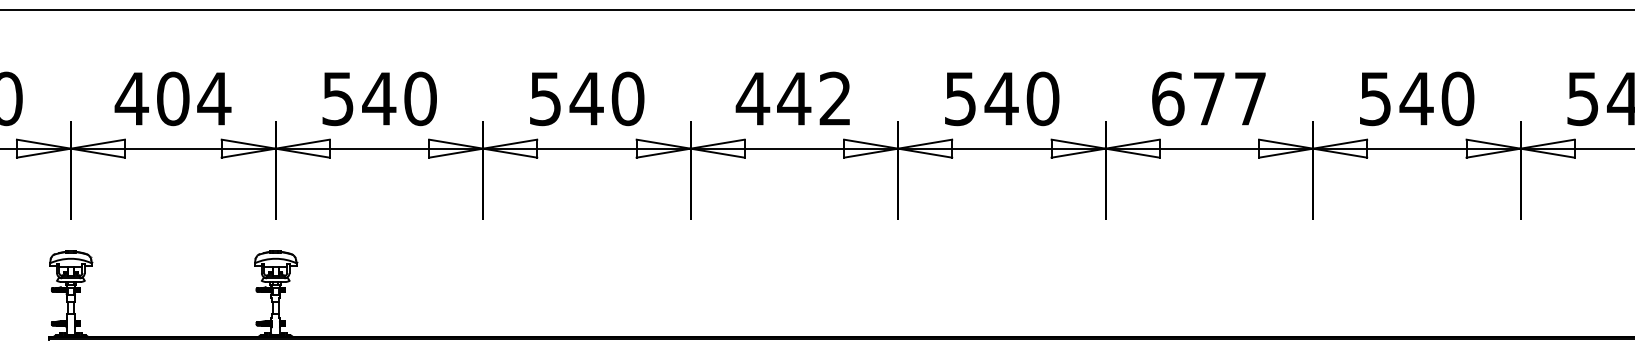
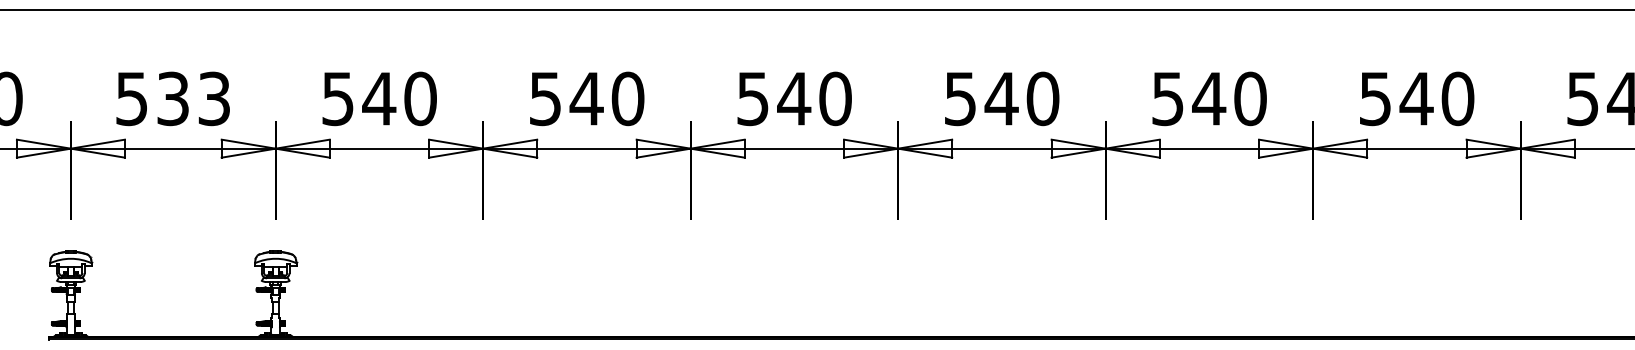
text at (172, 98): 404 -> 533
text at (793, 98): 442 -> 540
text at (1209, 98): 677 -> 540
